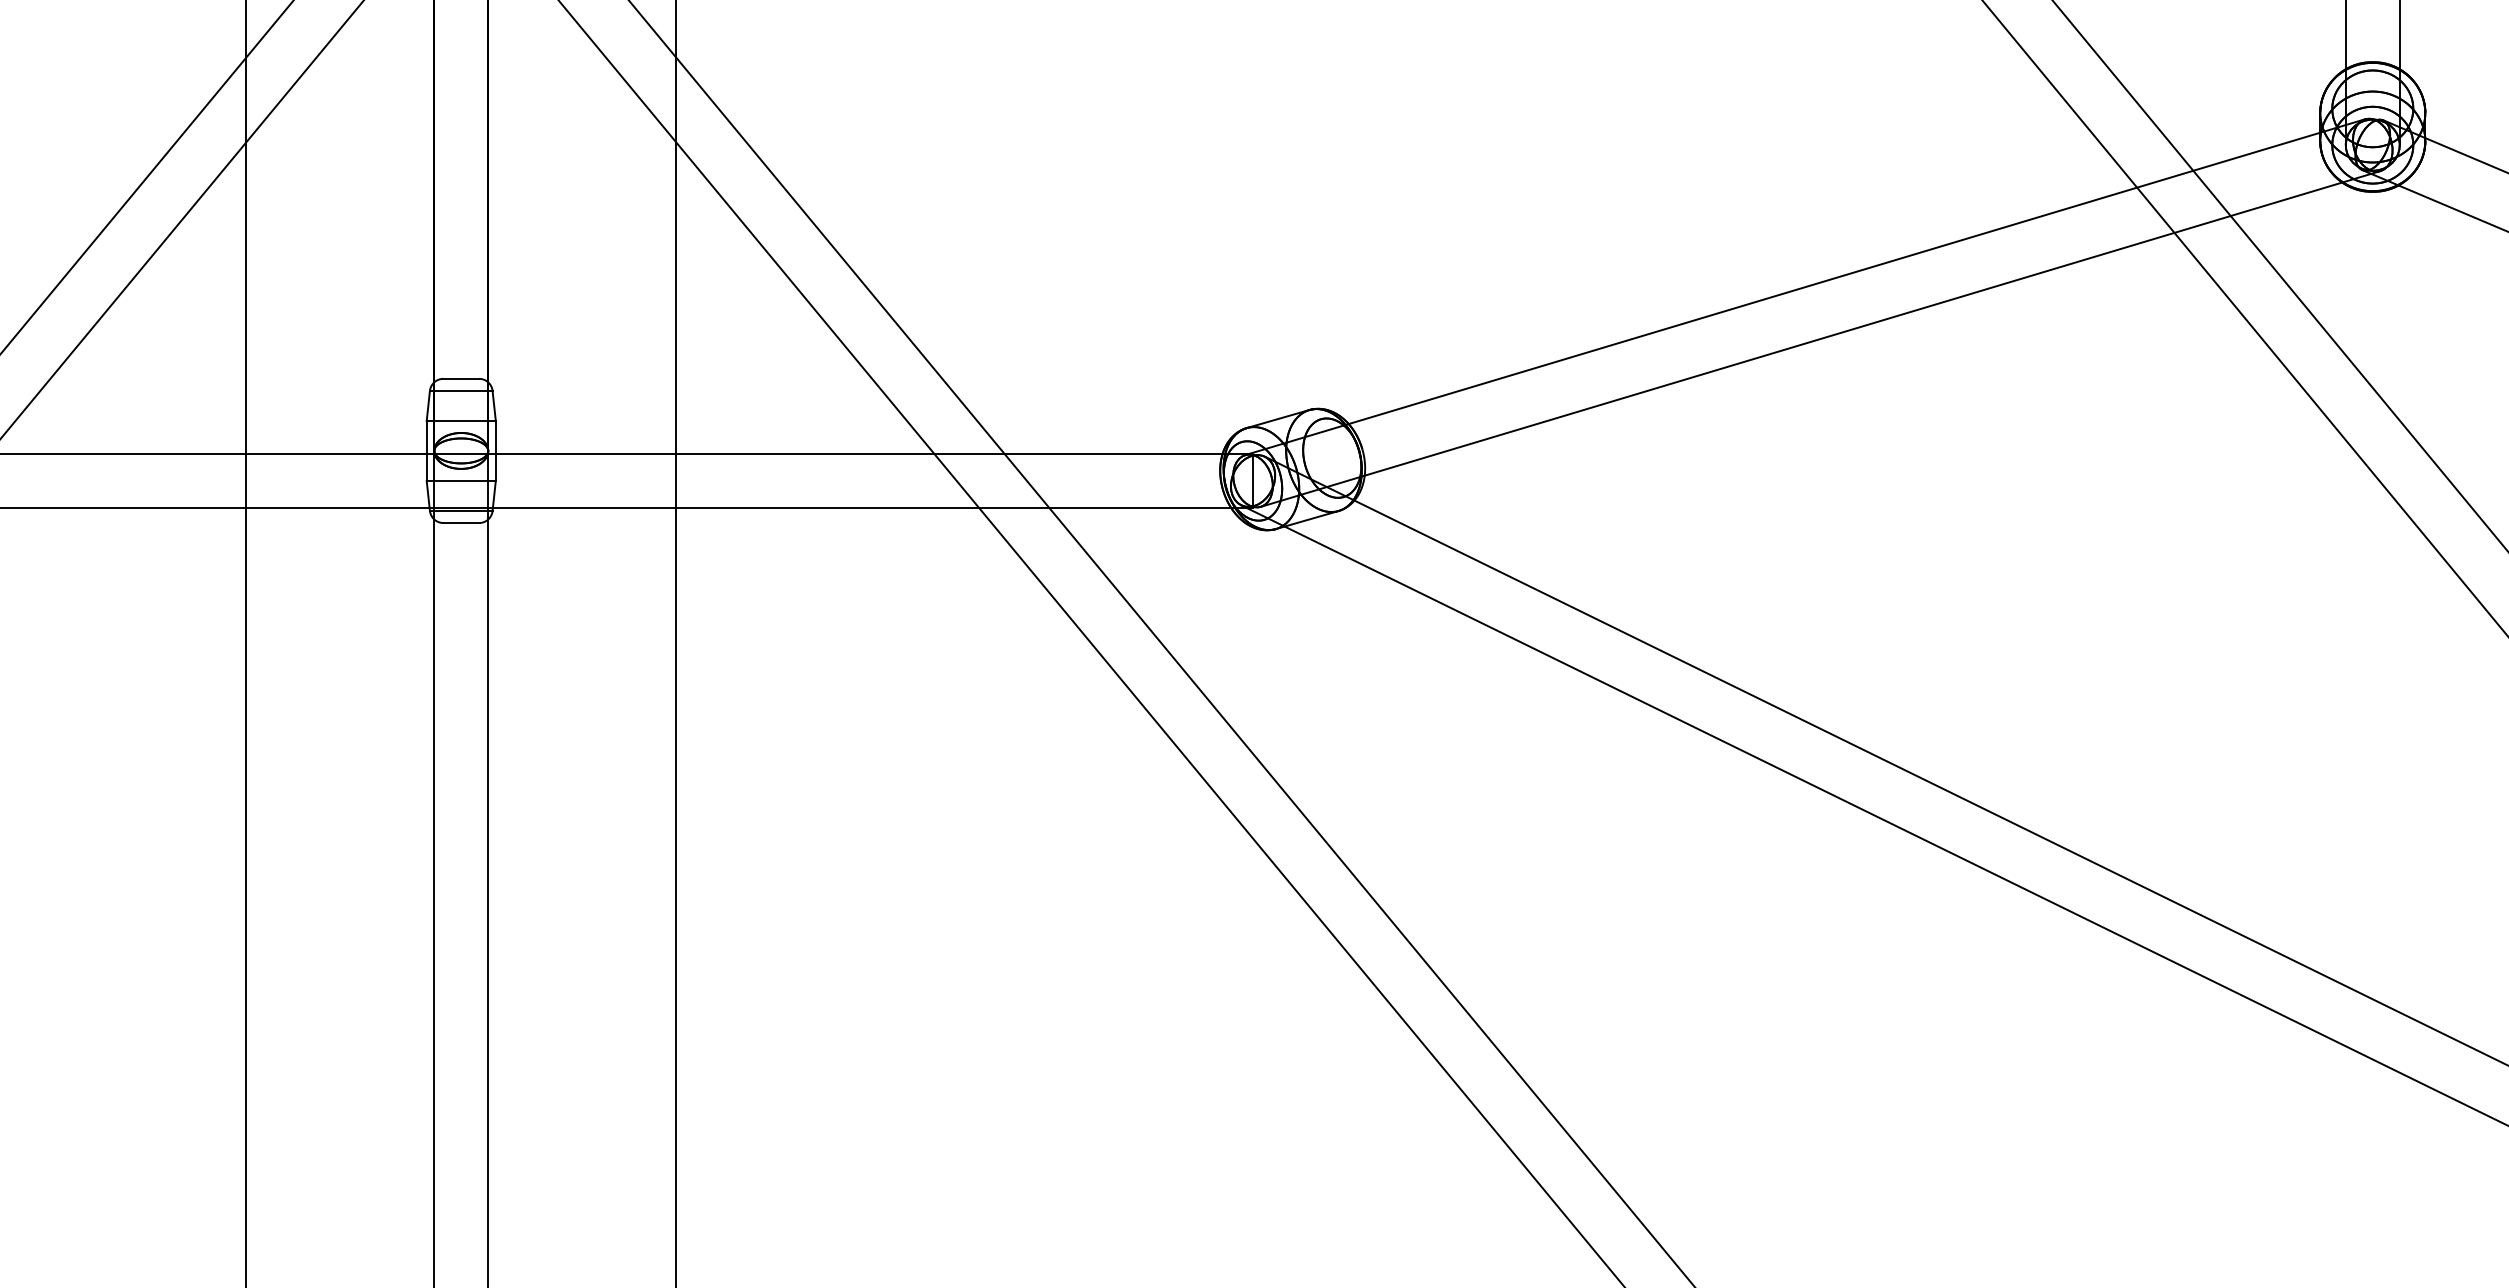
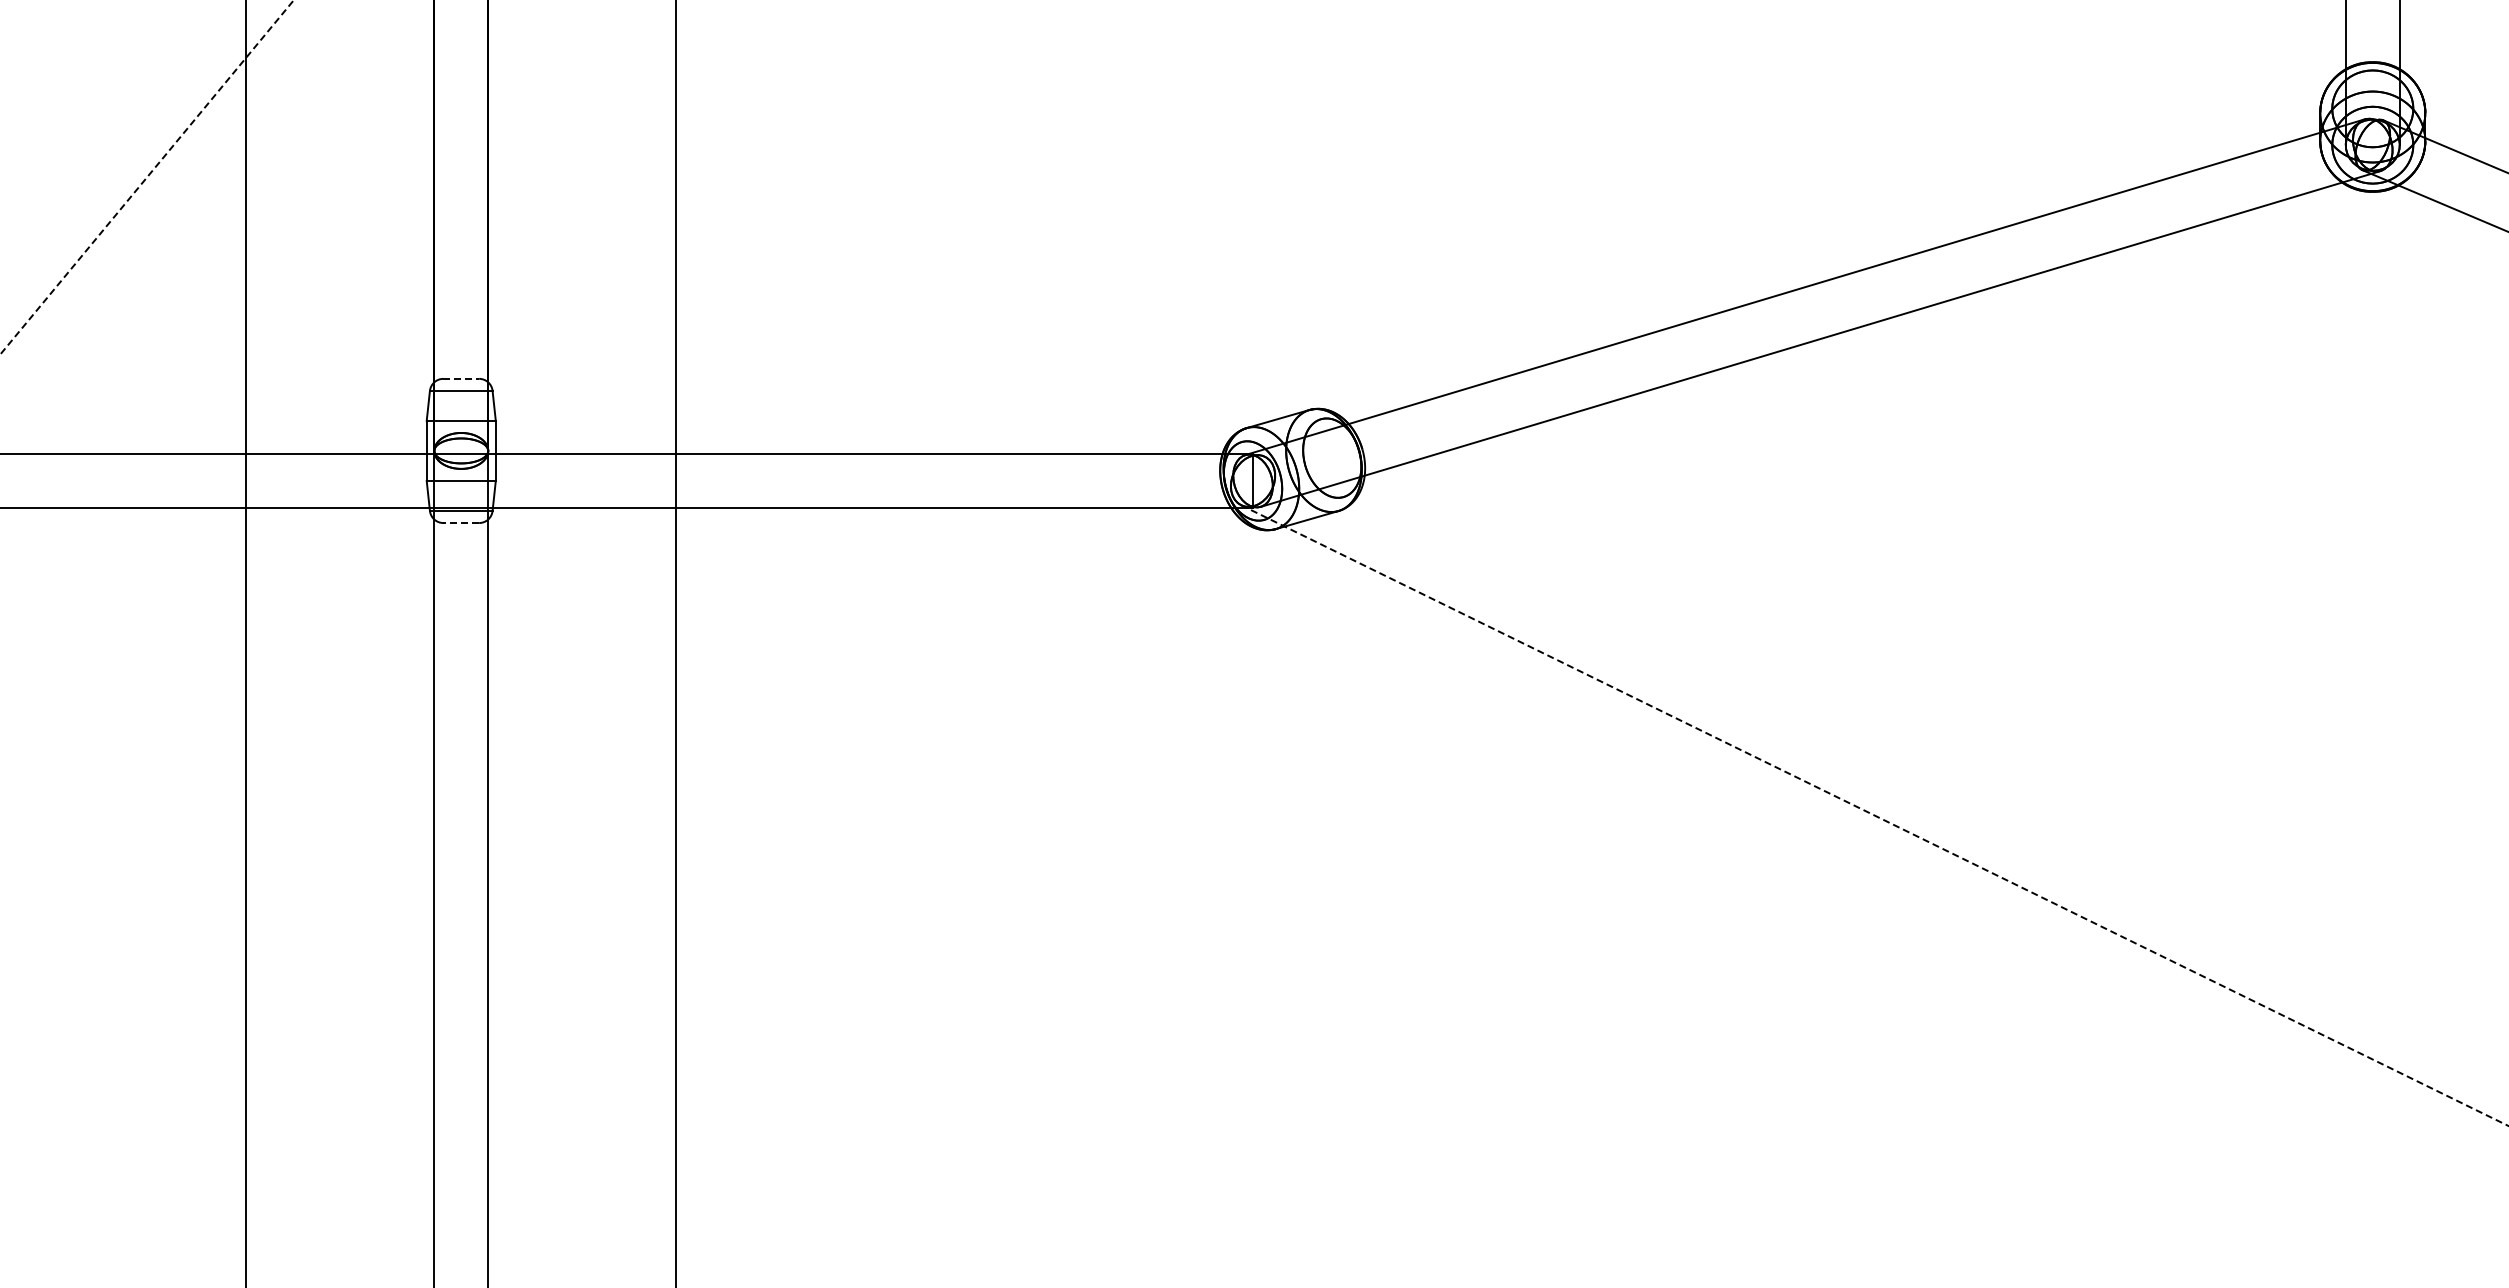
line at (147, 177): solid -> dashed
line at (182, 219): present -> none
line at (2279, 275): present -> none
line at (2244, 317): present -> none
line at (461, 378): solid -> dashed
line at (461, 523): solid -> dashed
line at (1091, 643): present -> none
line at (1161, 643): present -> none
line at (1884, 760): present -> none
line at (1875, 815): solid -> dashed
